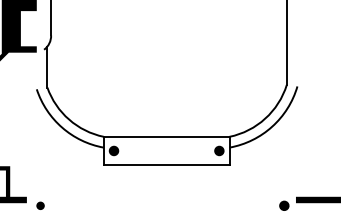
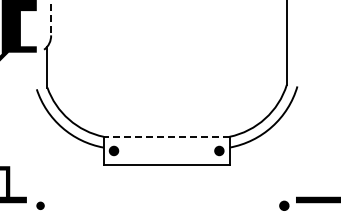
line at (51, 18): solid -> dashed
line at (166, 136): solid -> dashed
